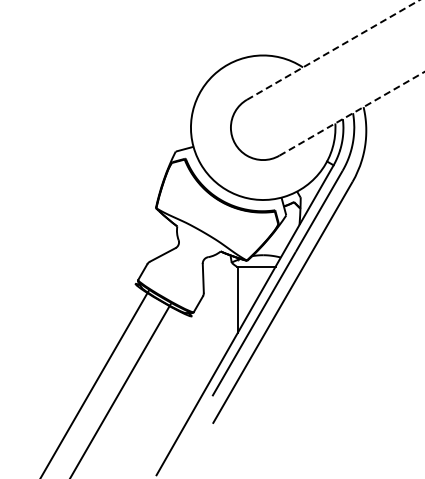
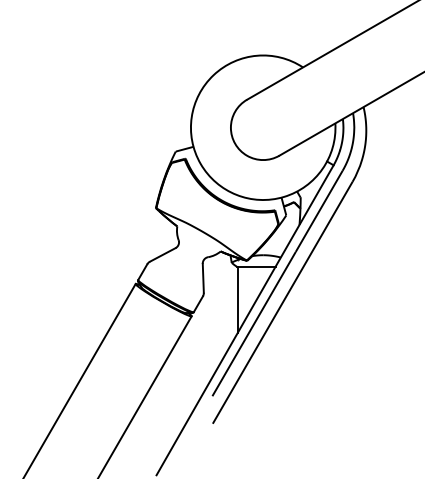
line at (332, 50): dashed -> solid
line at (352, 113): dashed -> solid
line at (95, 383) position: (95, 383) -> (80, 379)
line at (120, 389) position: (120, 389) -> (145, 395)
